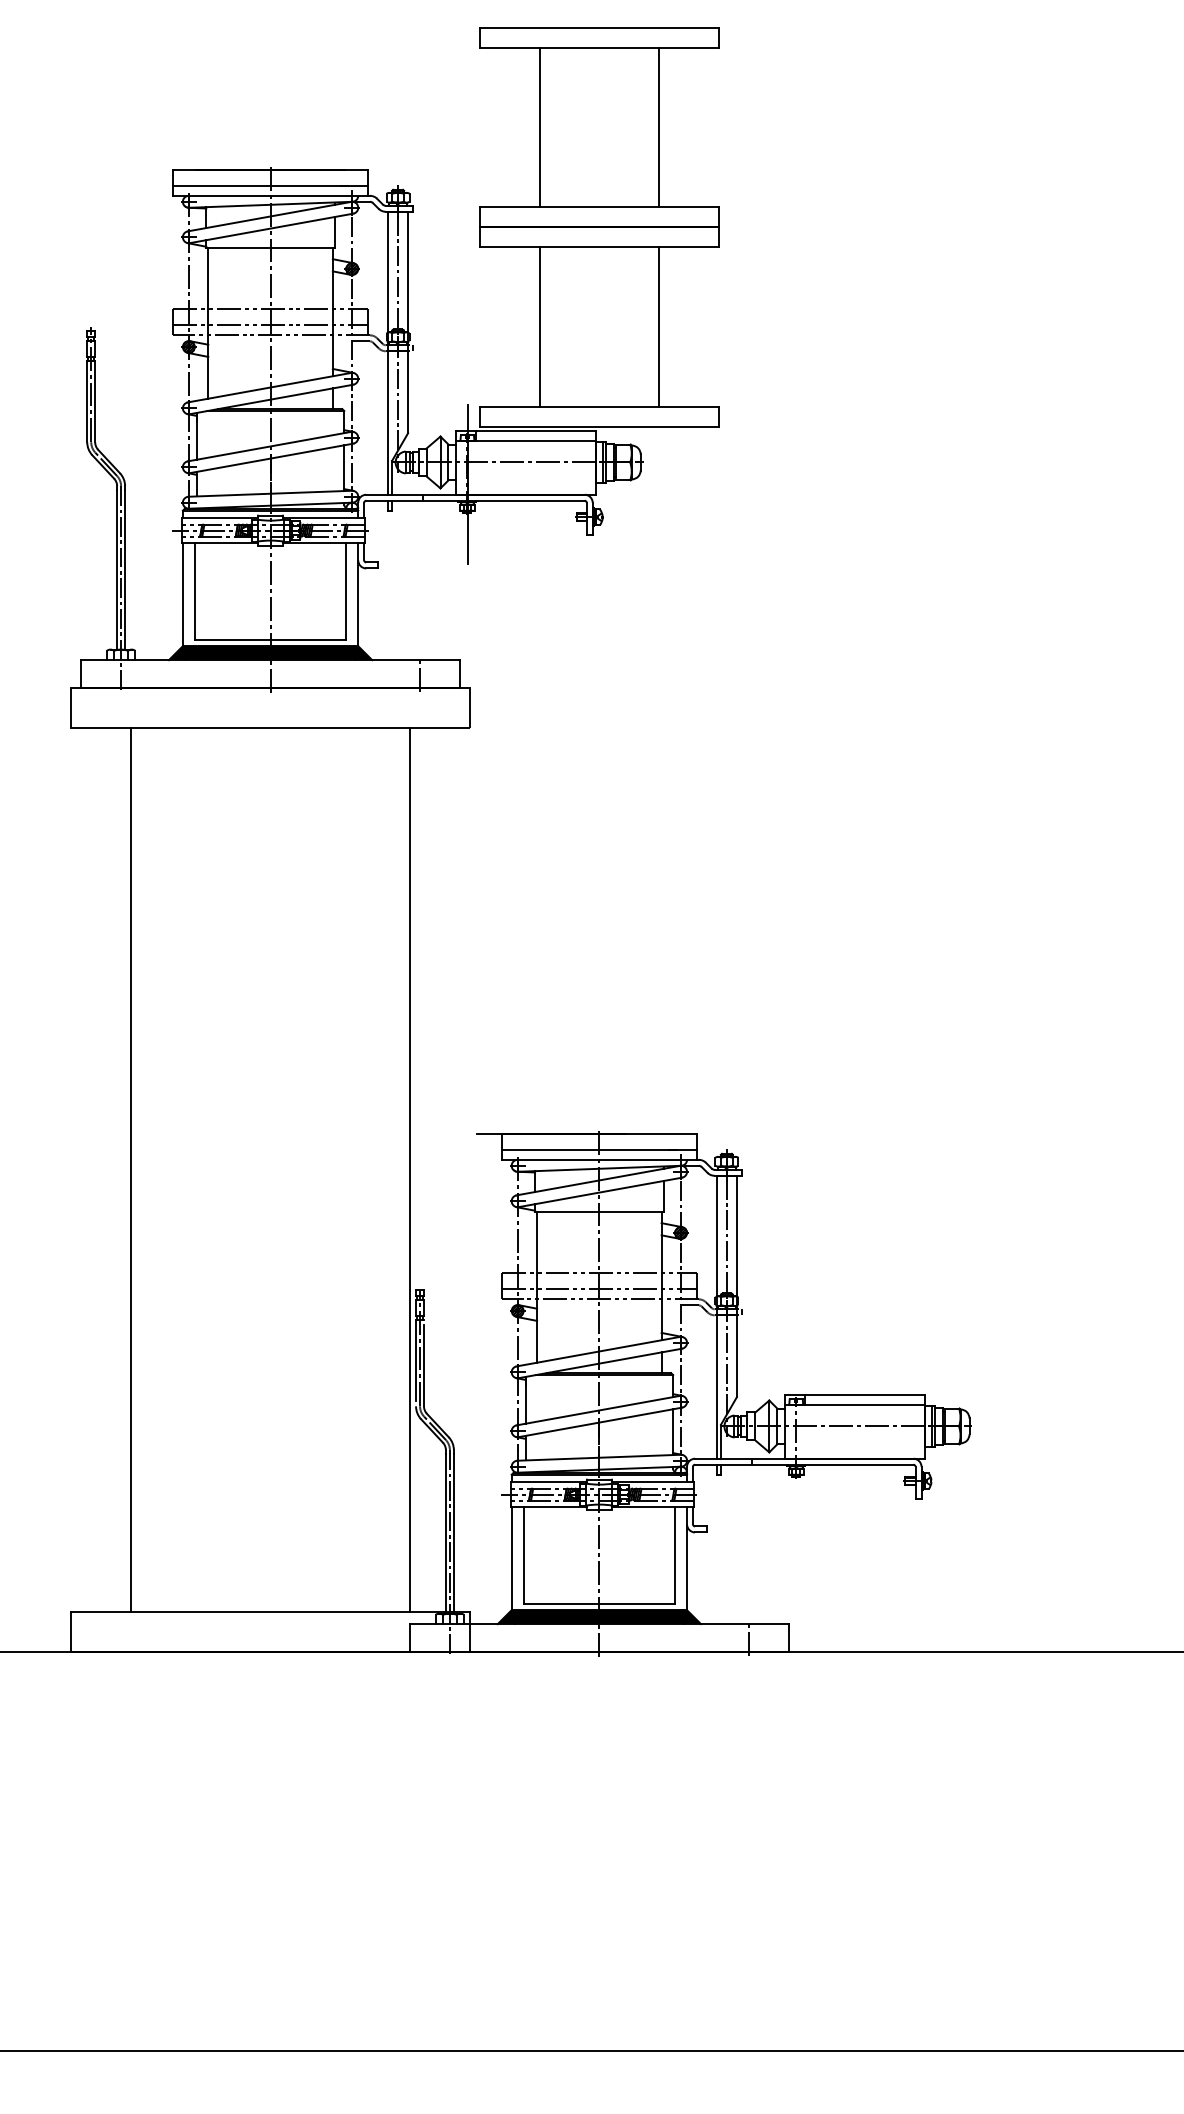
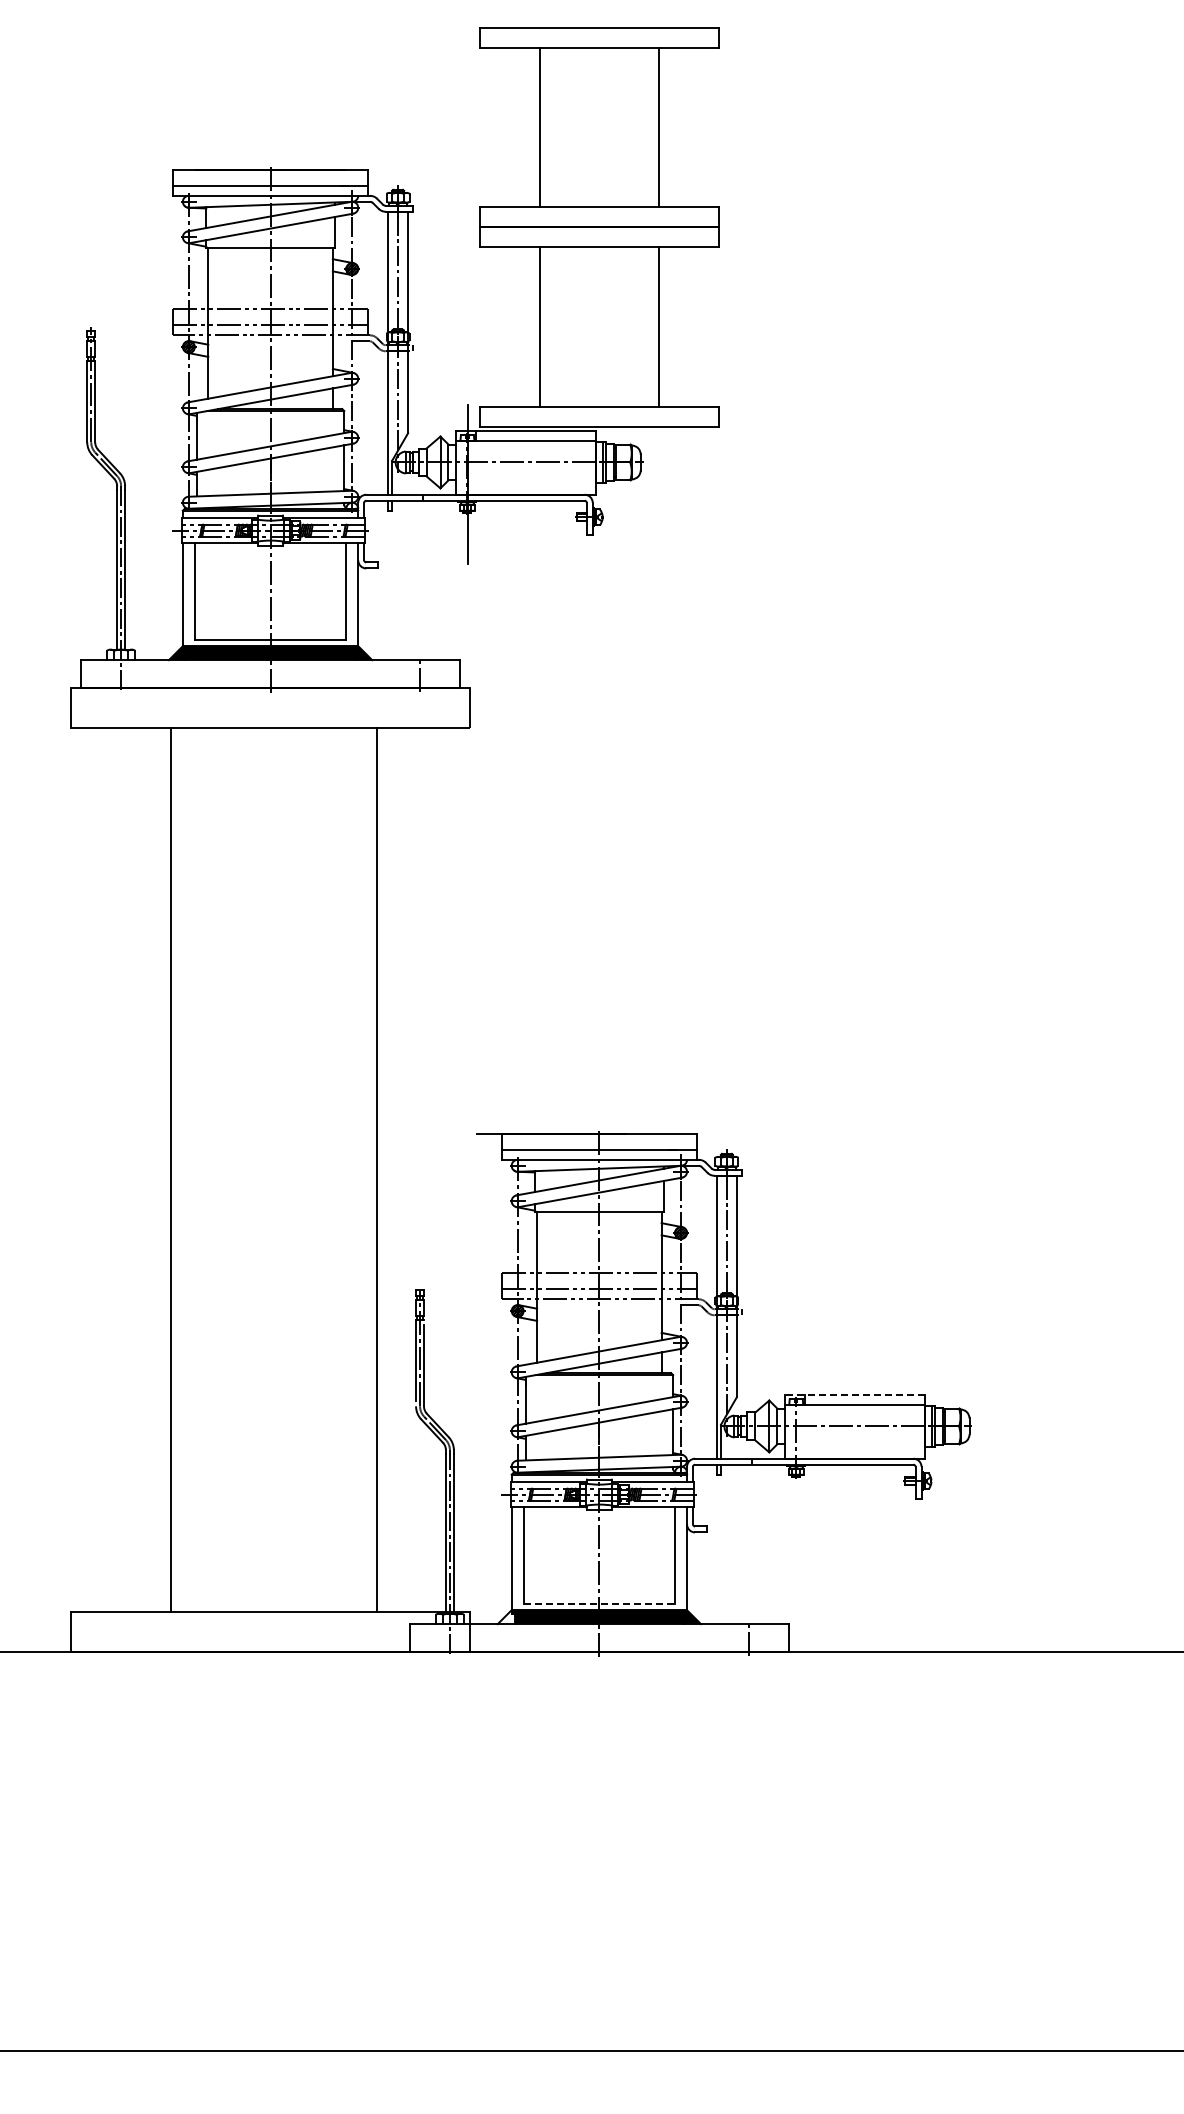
line at (131, 1169) position: (131, 1169) -> (171, 1169)
line at (410, 1169) position: (410, 1169) -> (377, 1169)
line at (854, 1394): solid -> dashed
line at (599, 1604): solid -> dashed
fill at (505, 1617): present -> none
